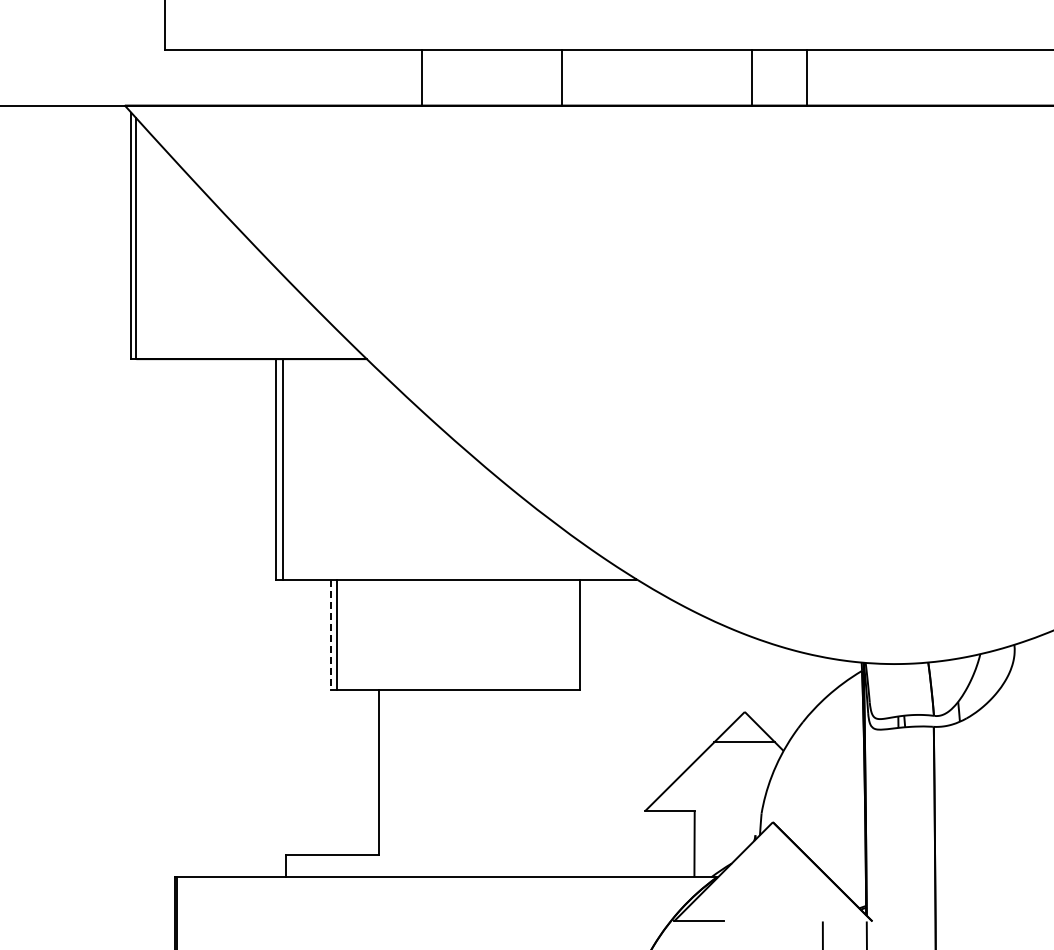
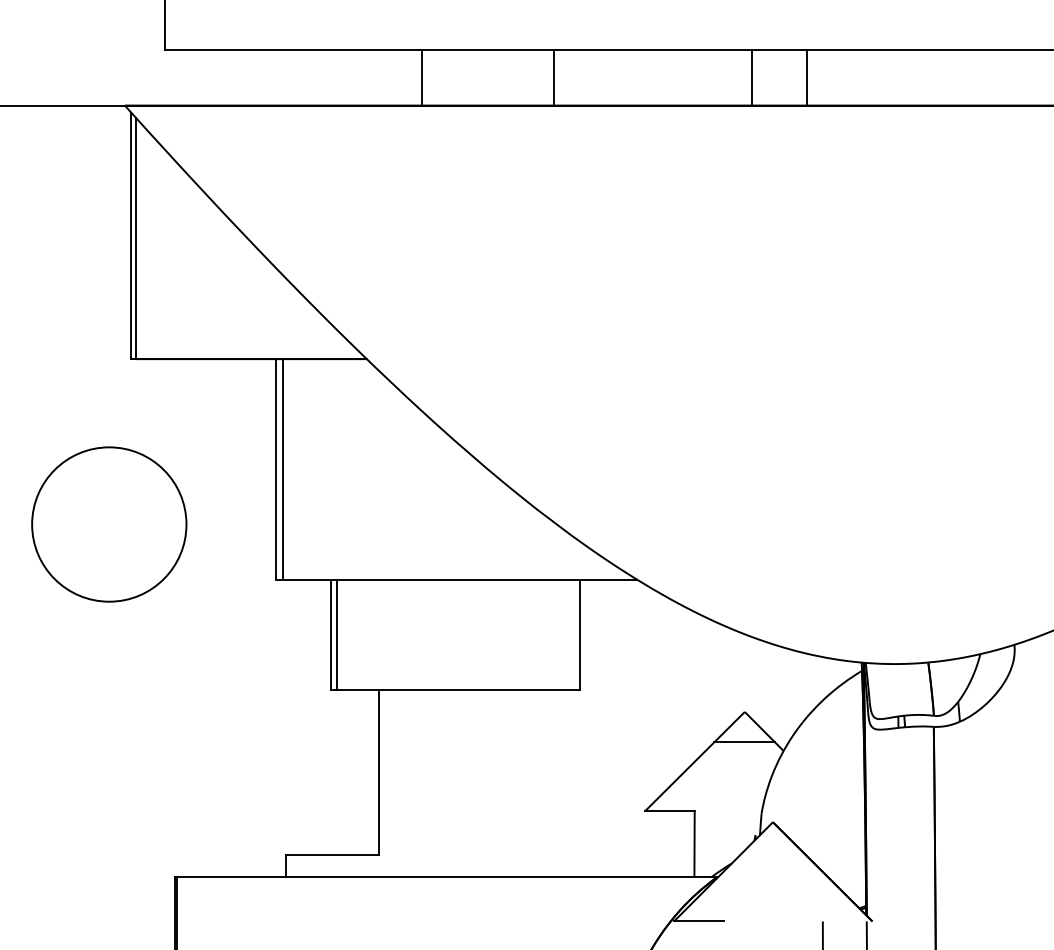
line at (561, 77) position: (561, 77) -> (553, 77)
part at (109, 524): none -> present
line at (330, 635): dashed -> solid
